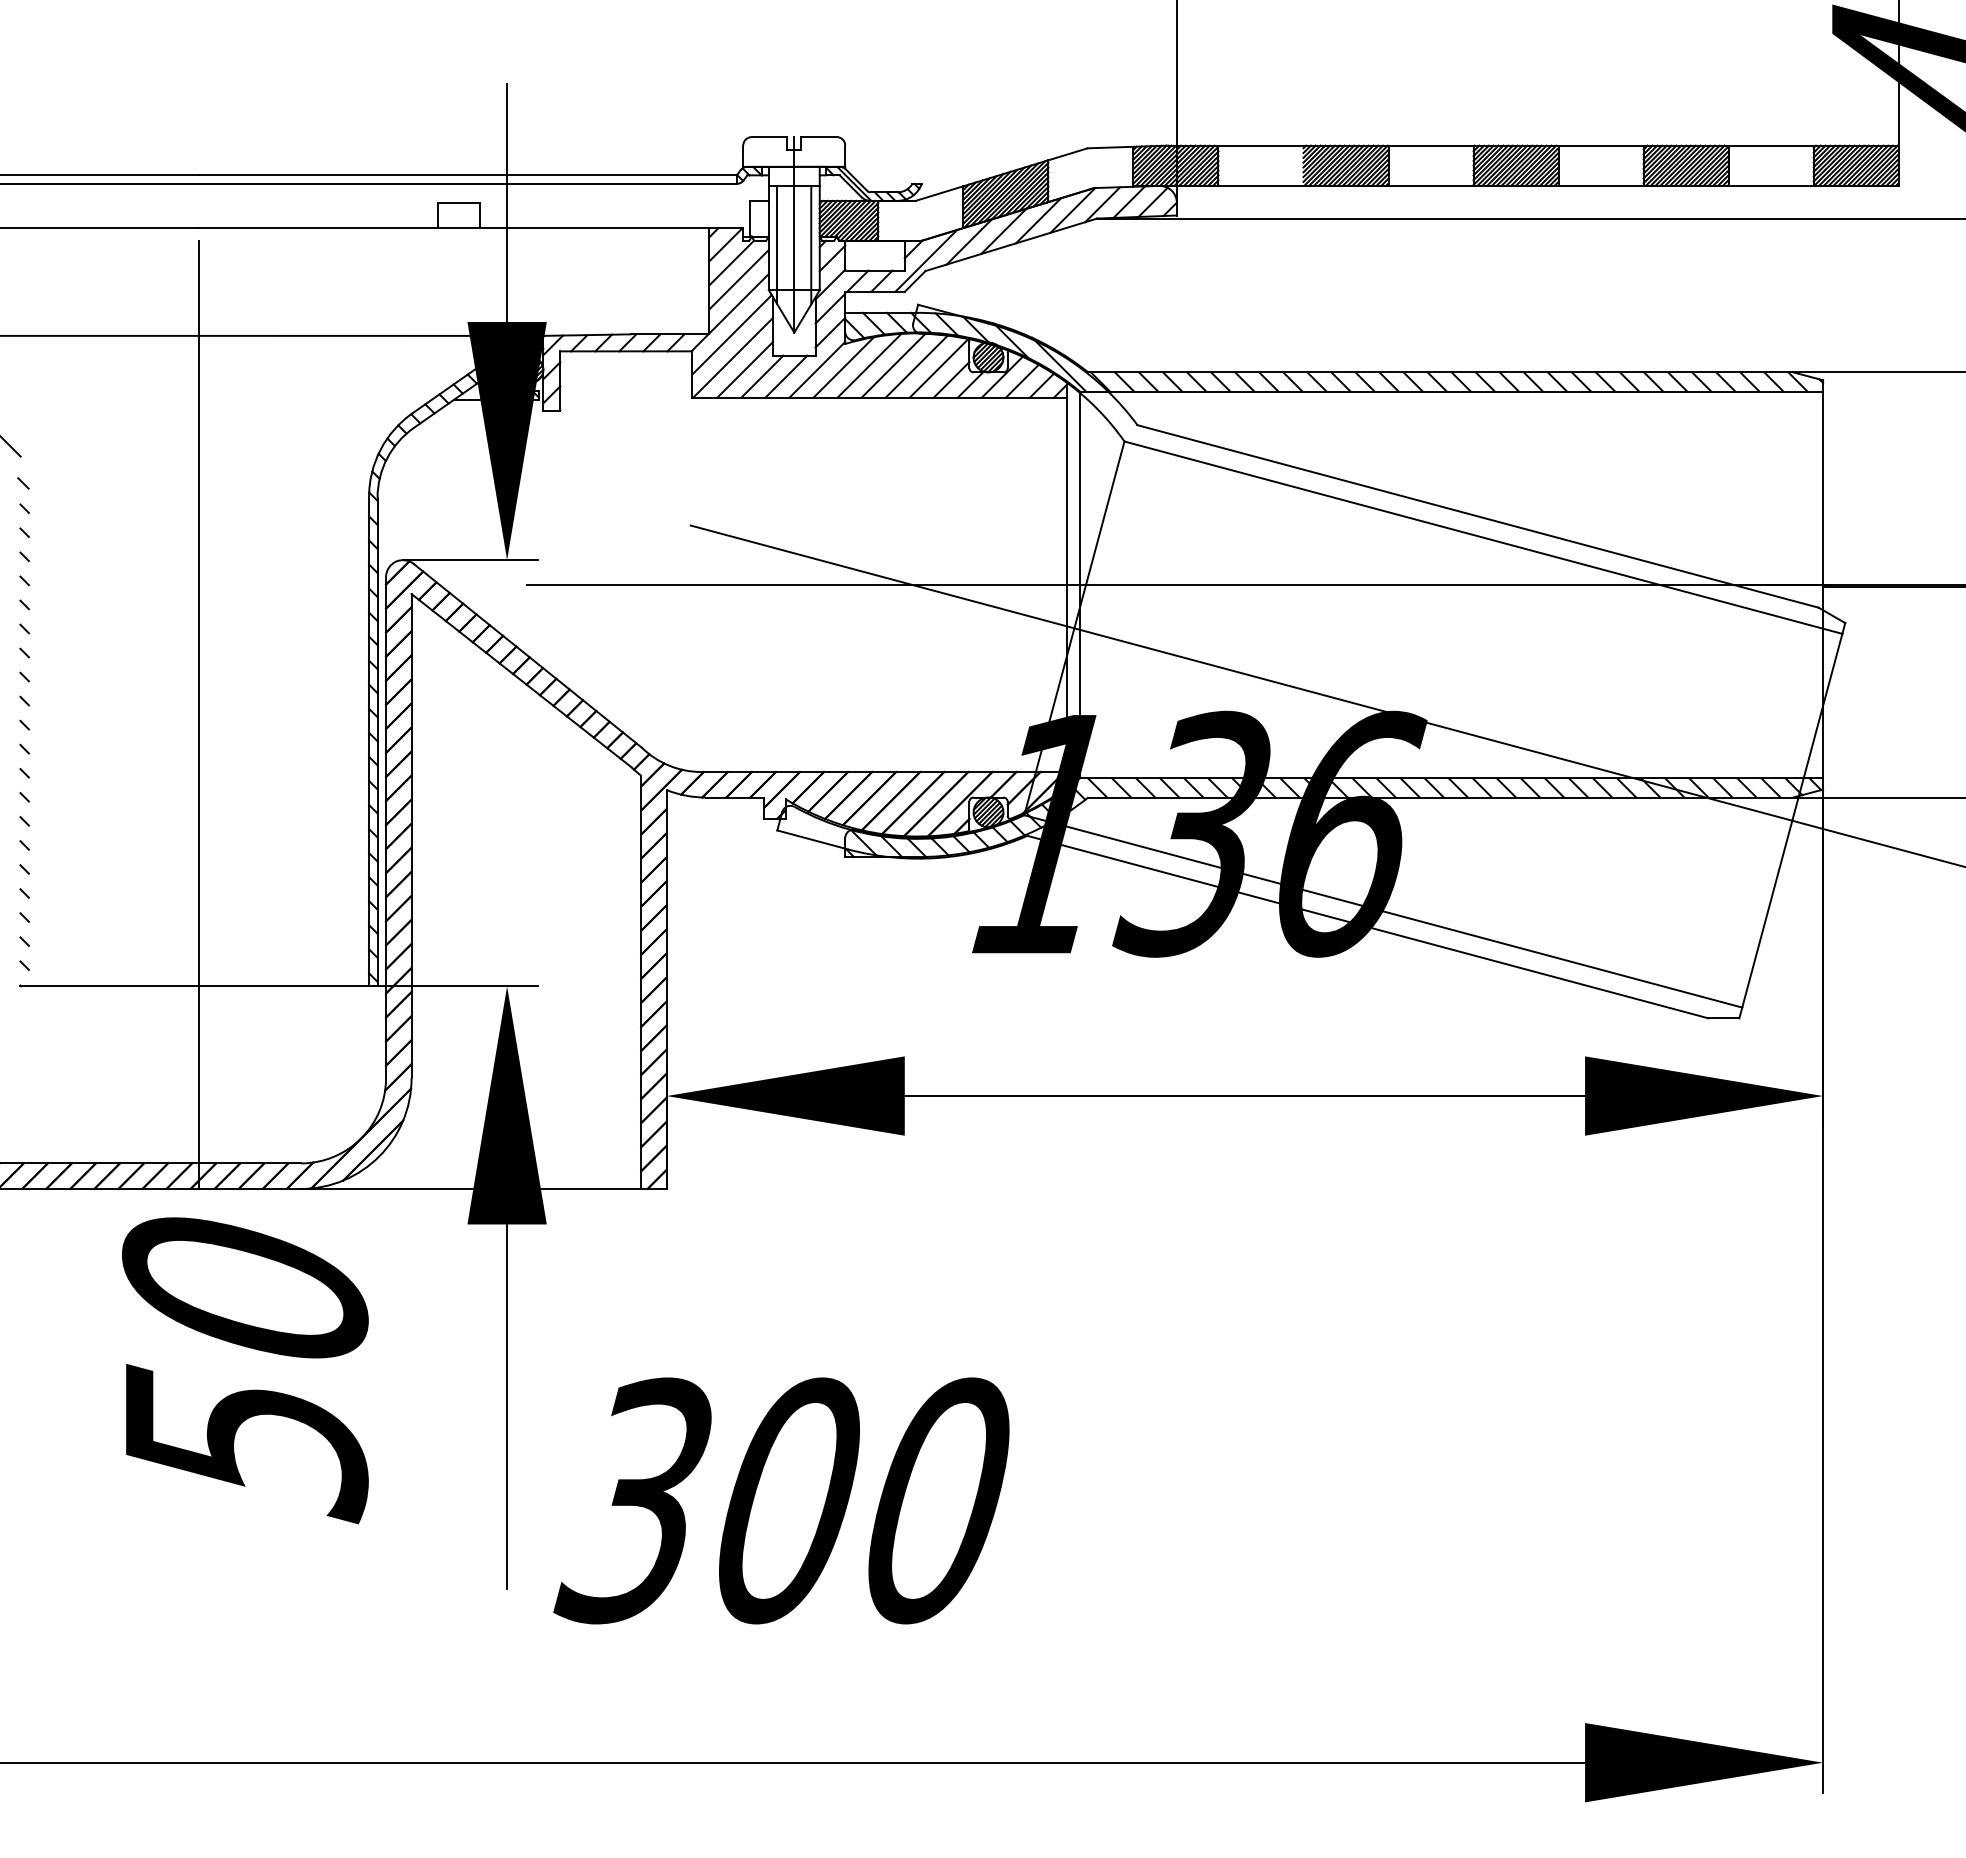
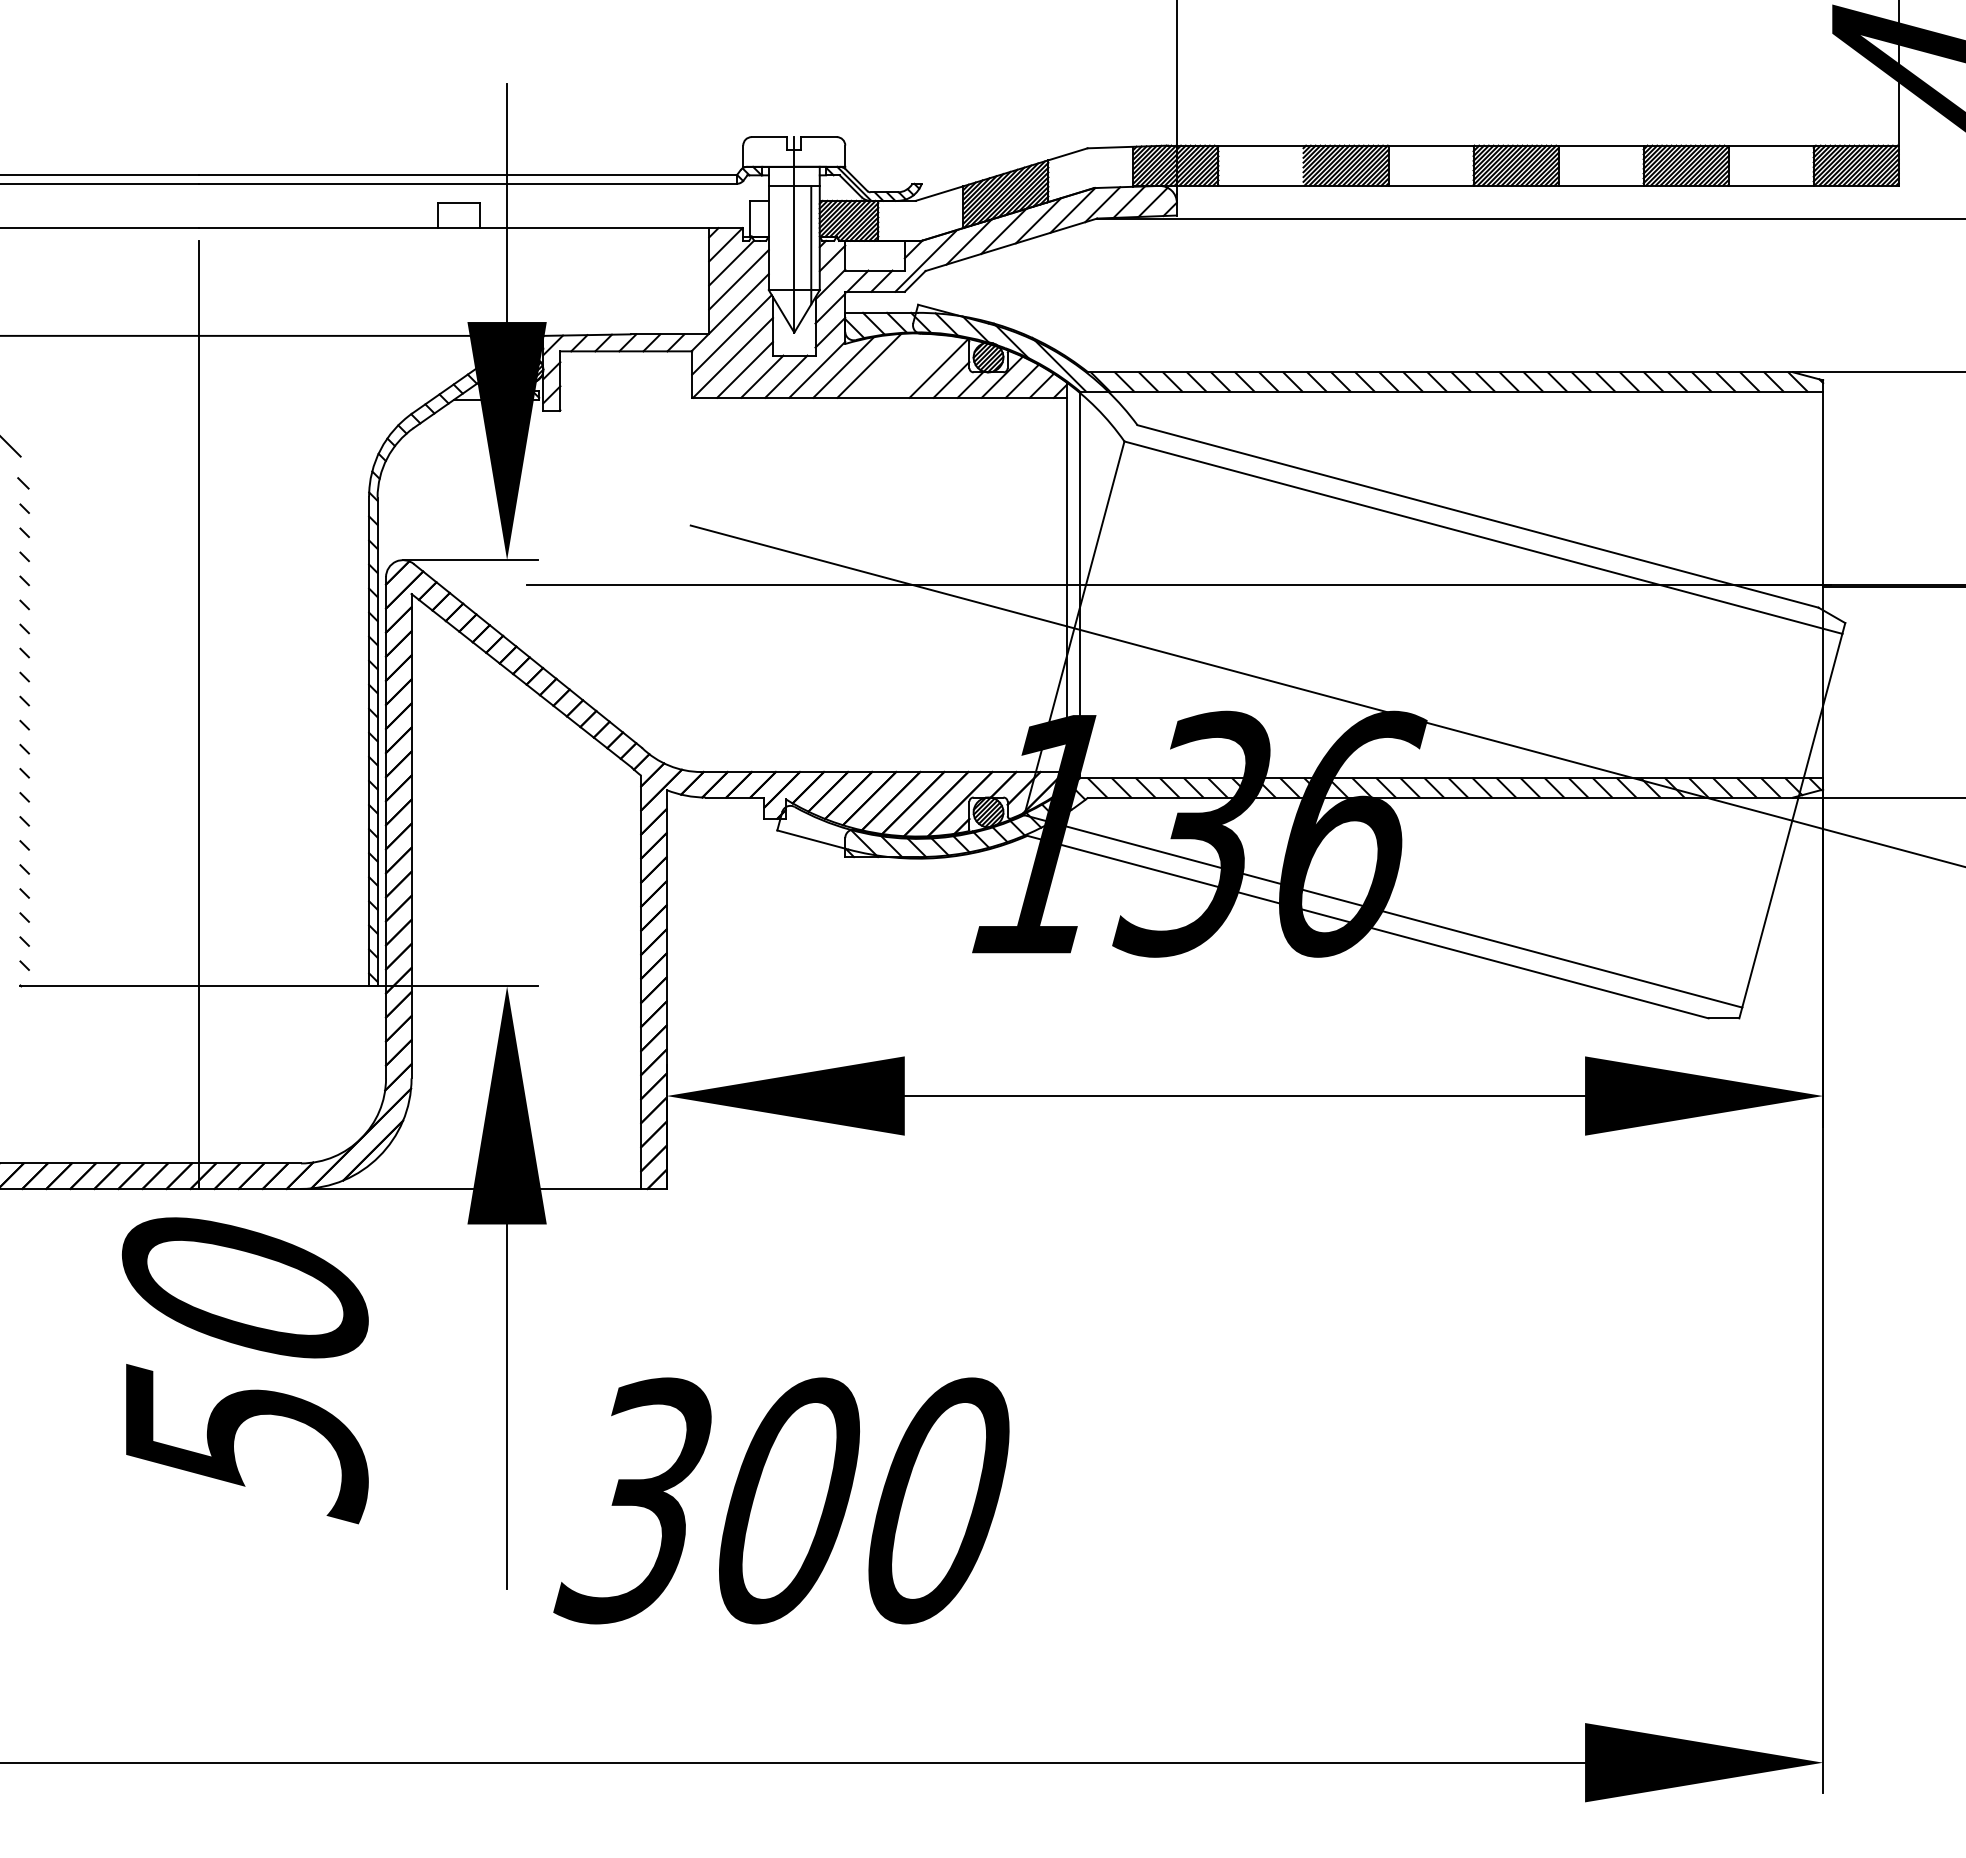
line at (777, 245): present -> none
line at (893, 365): present -> none
line at (916, 366): present -> none
